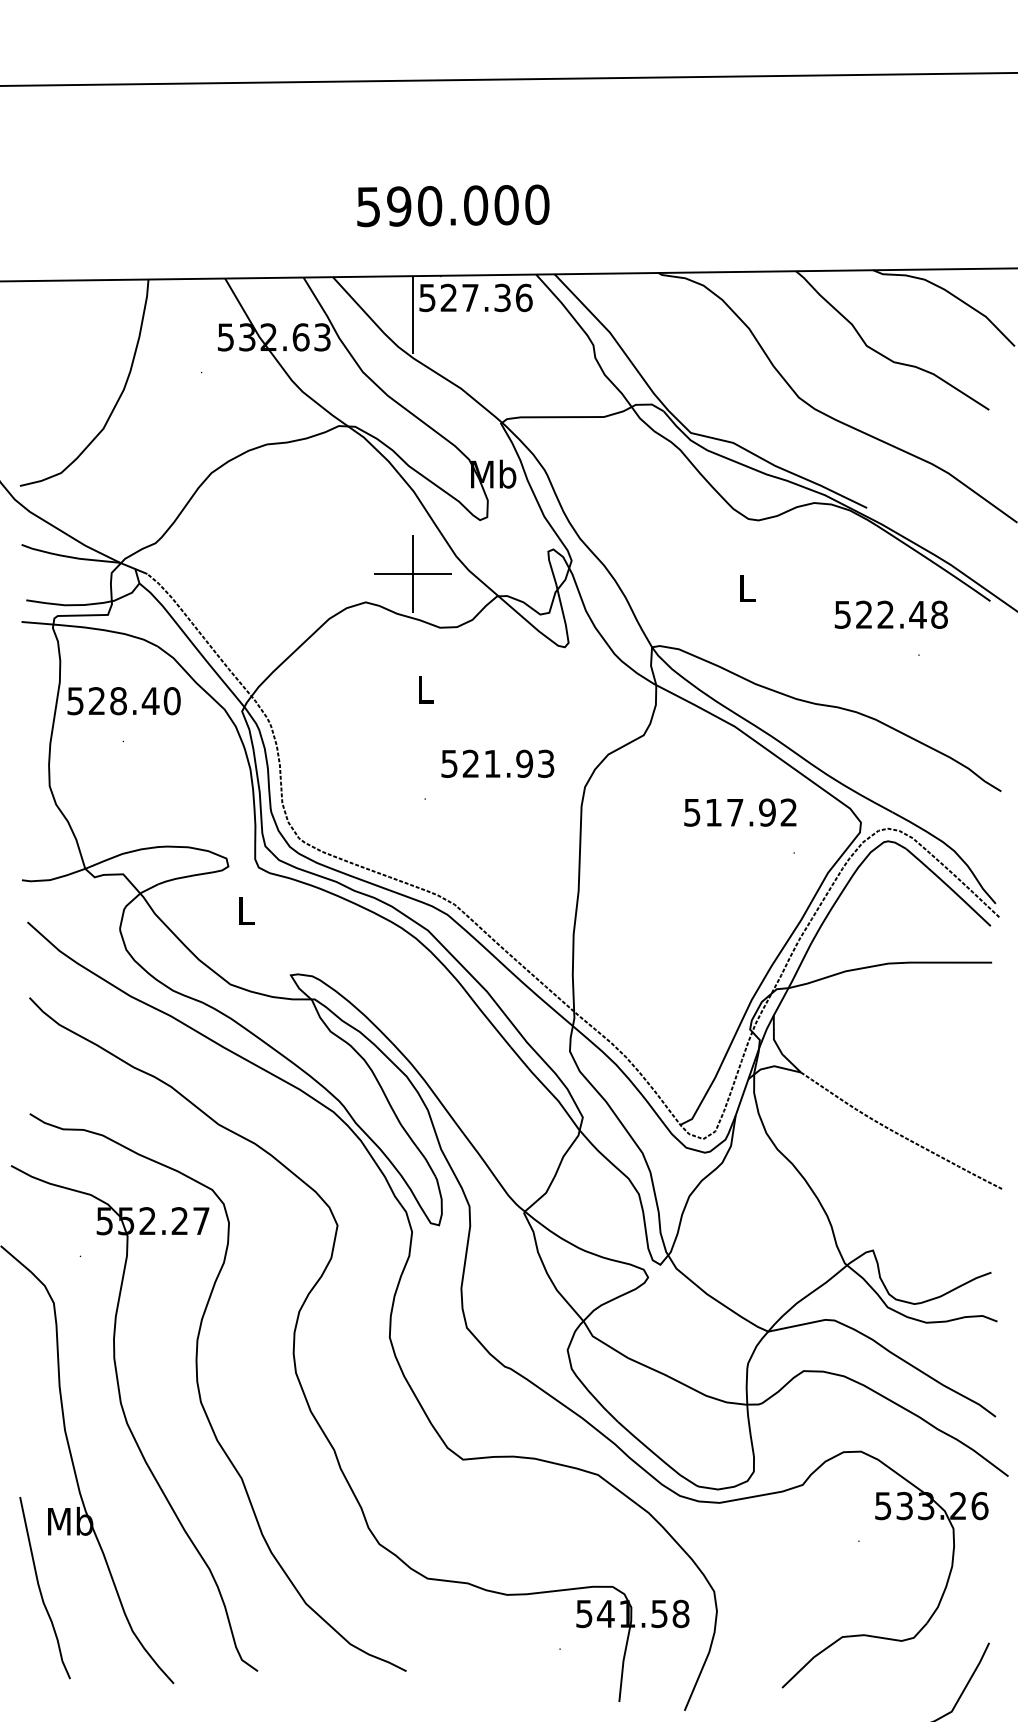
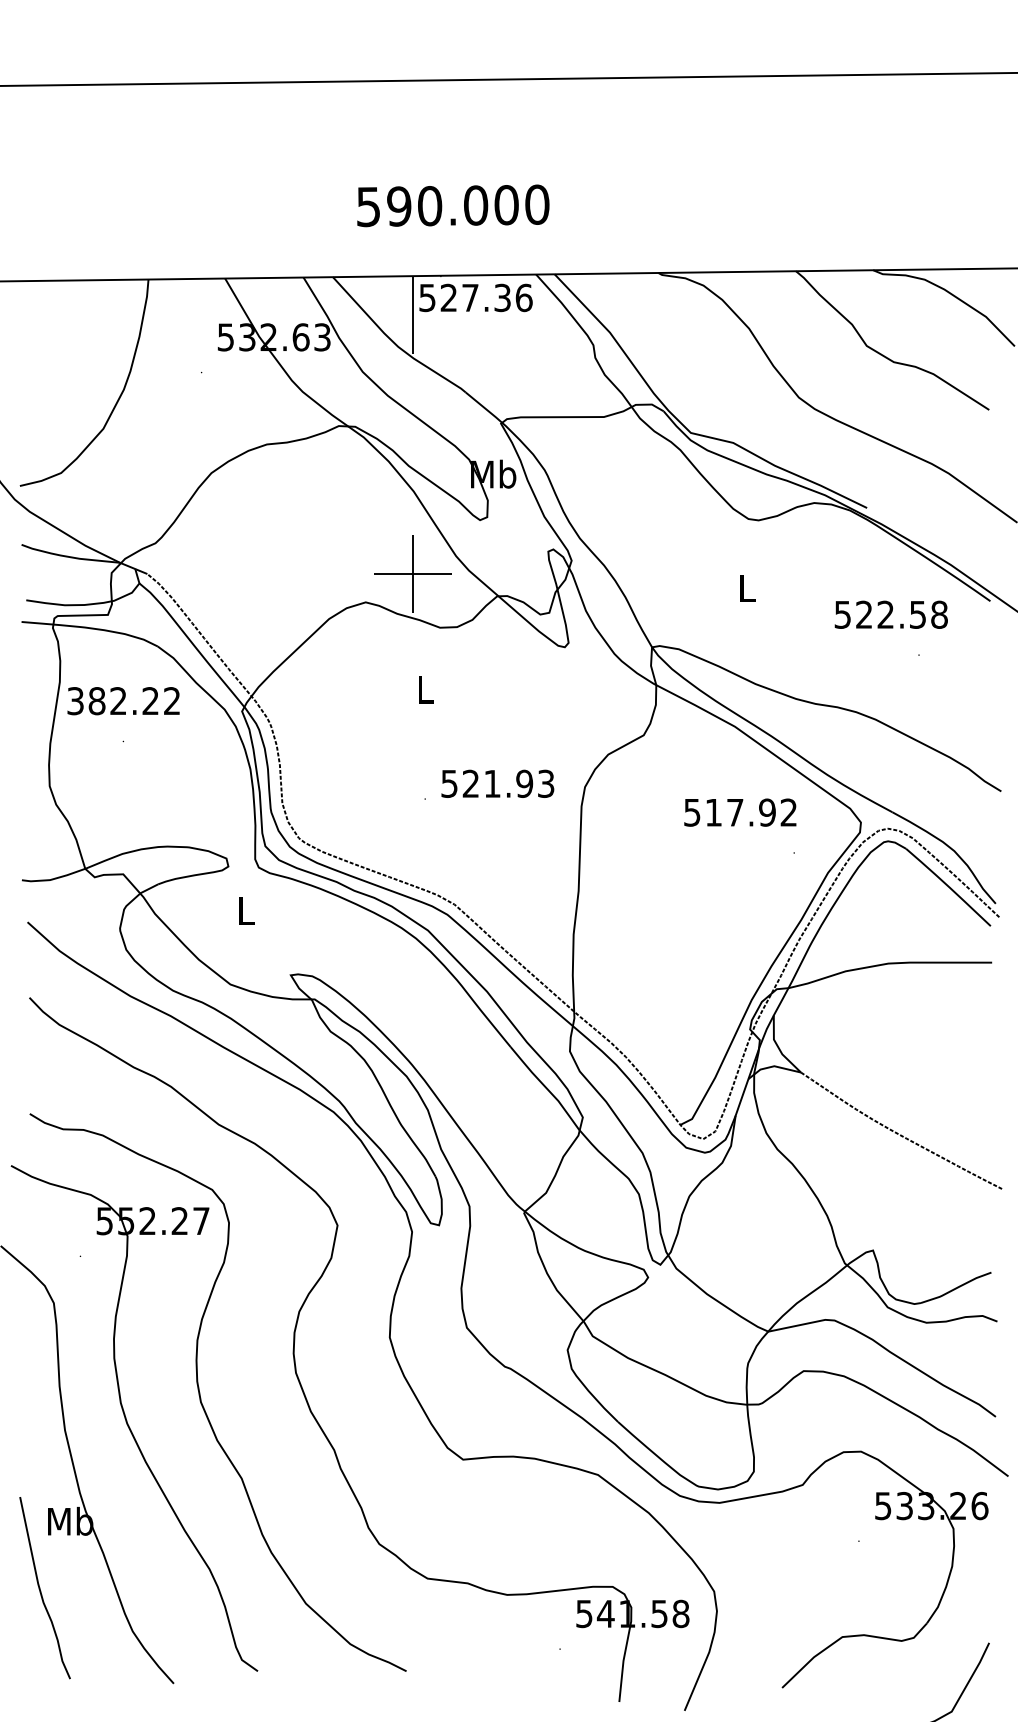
text at (917, 614): 522.48 -> 522.58
text at (124, 701): 528.40 -> 382.22
text at (497, 763) position: (497, 763) -> (497, 783)
